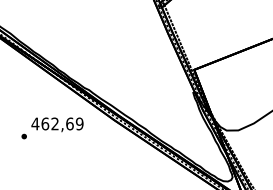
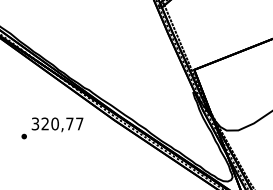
text at (57, 123): 462,69 -> 320,77
